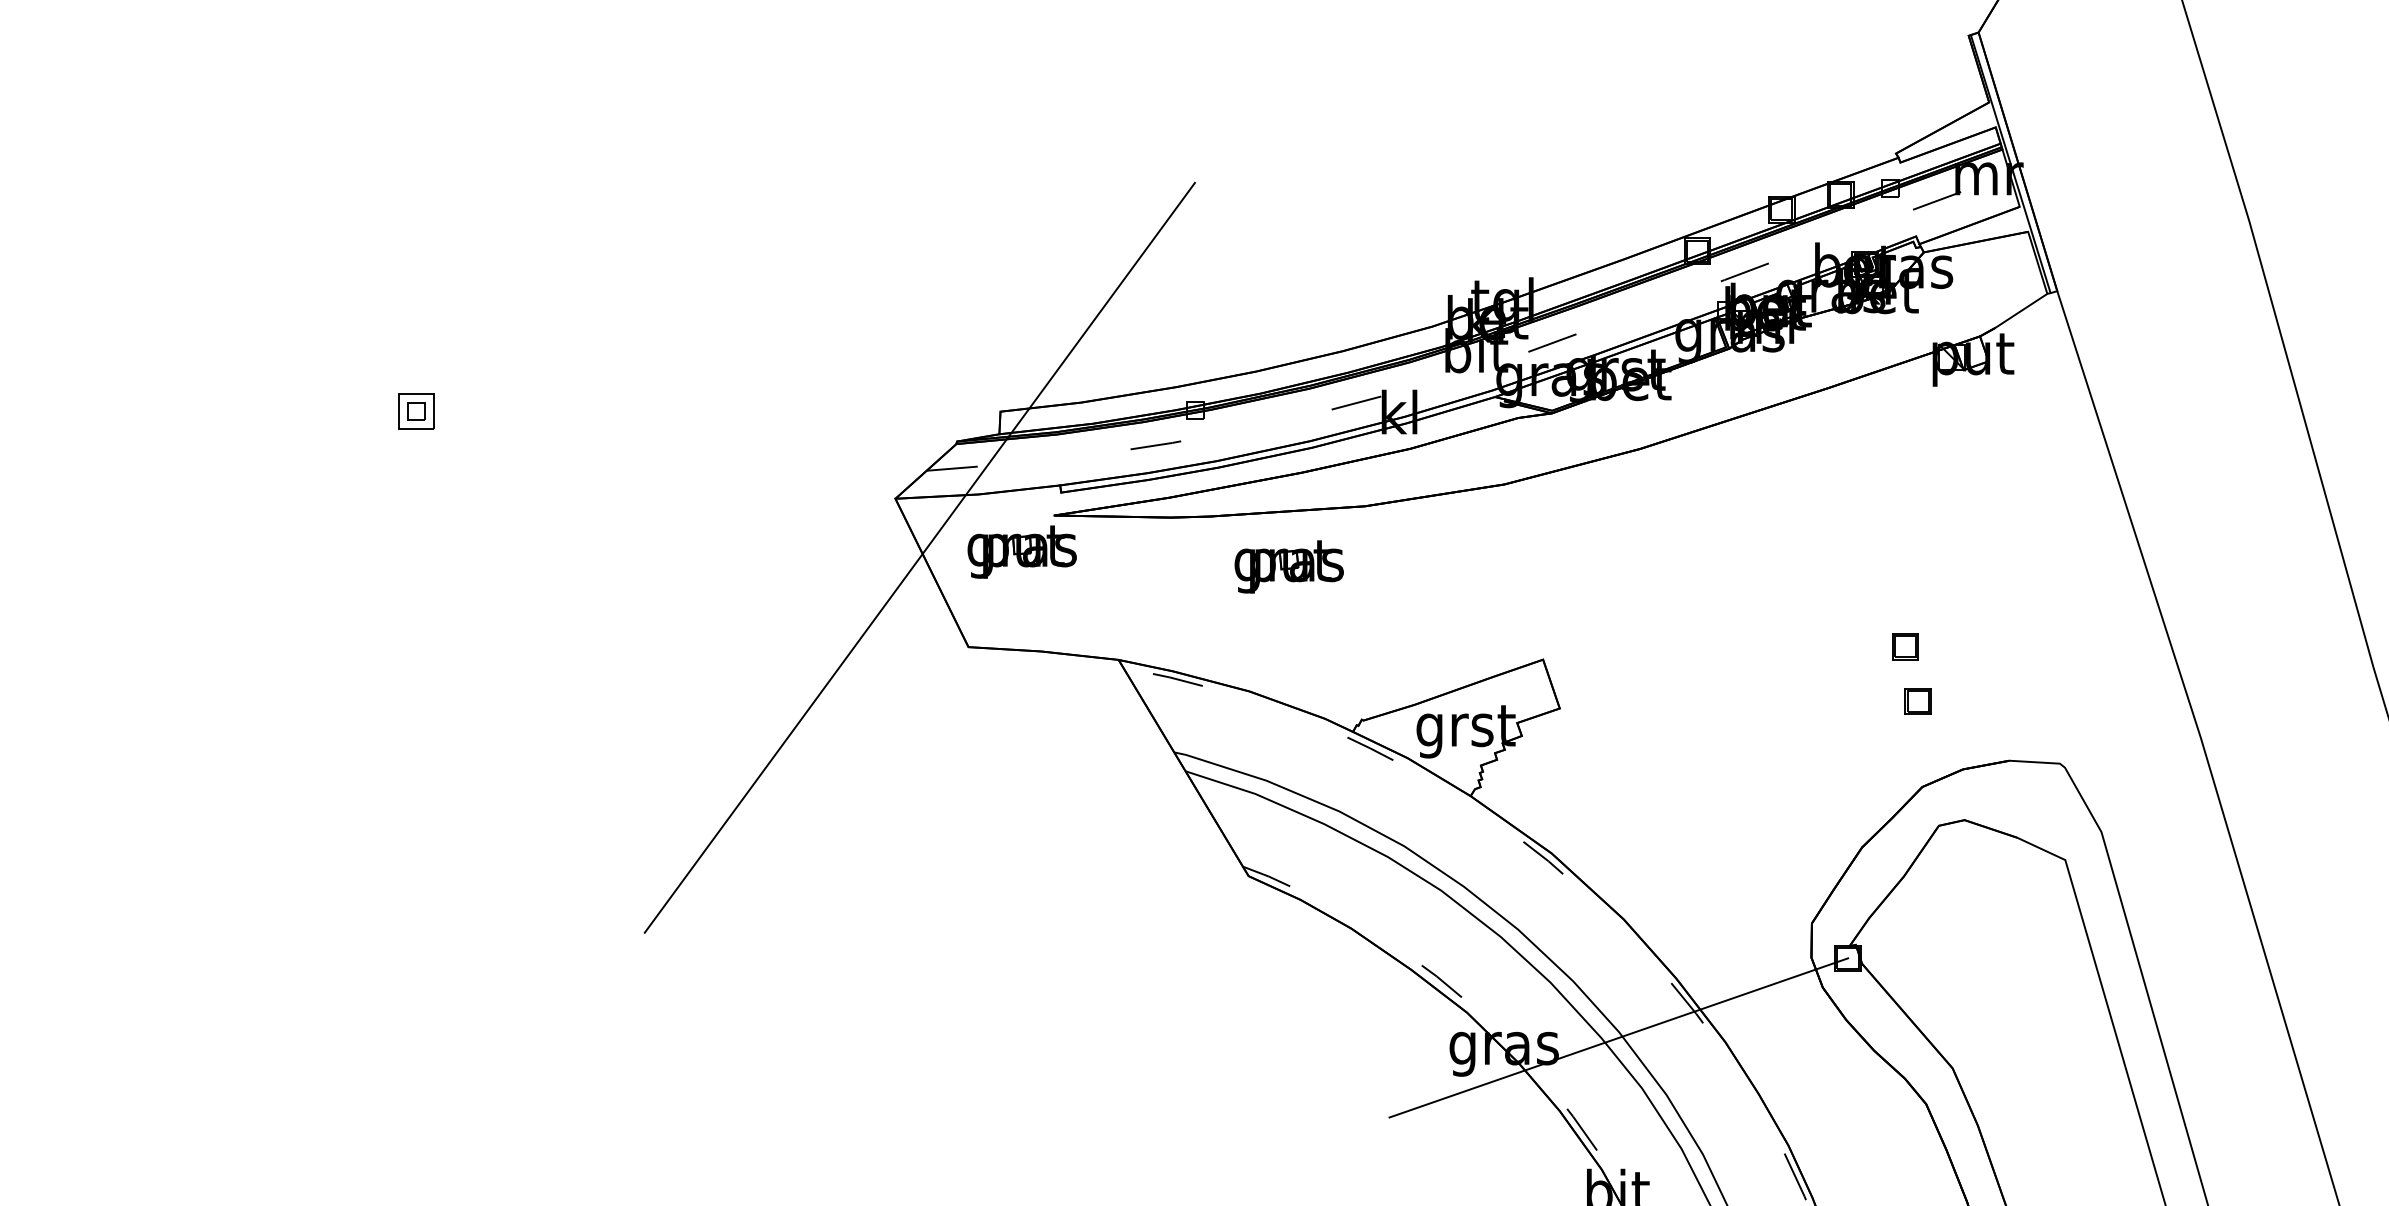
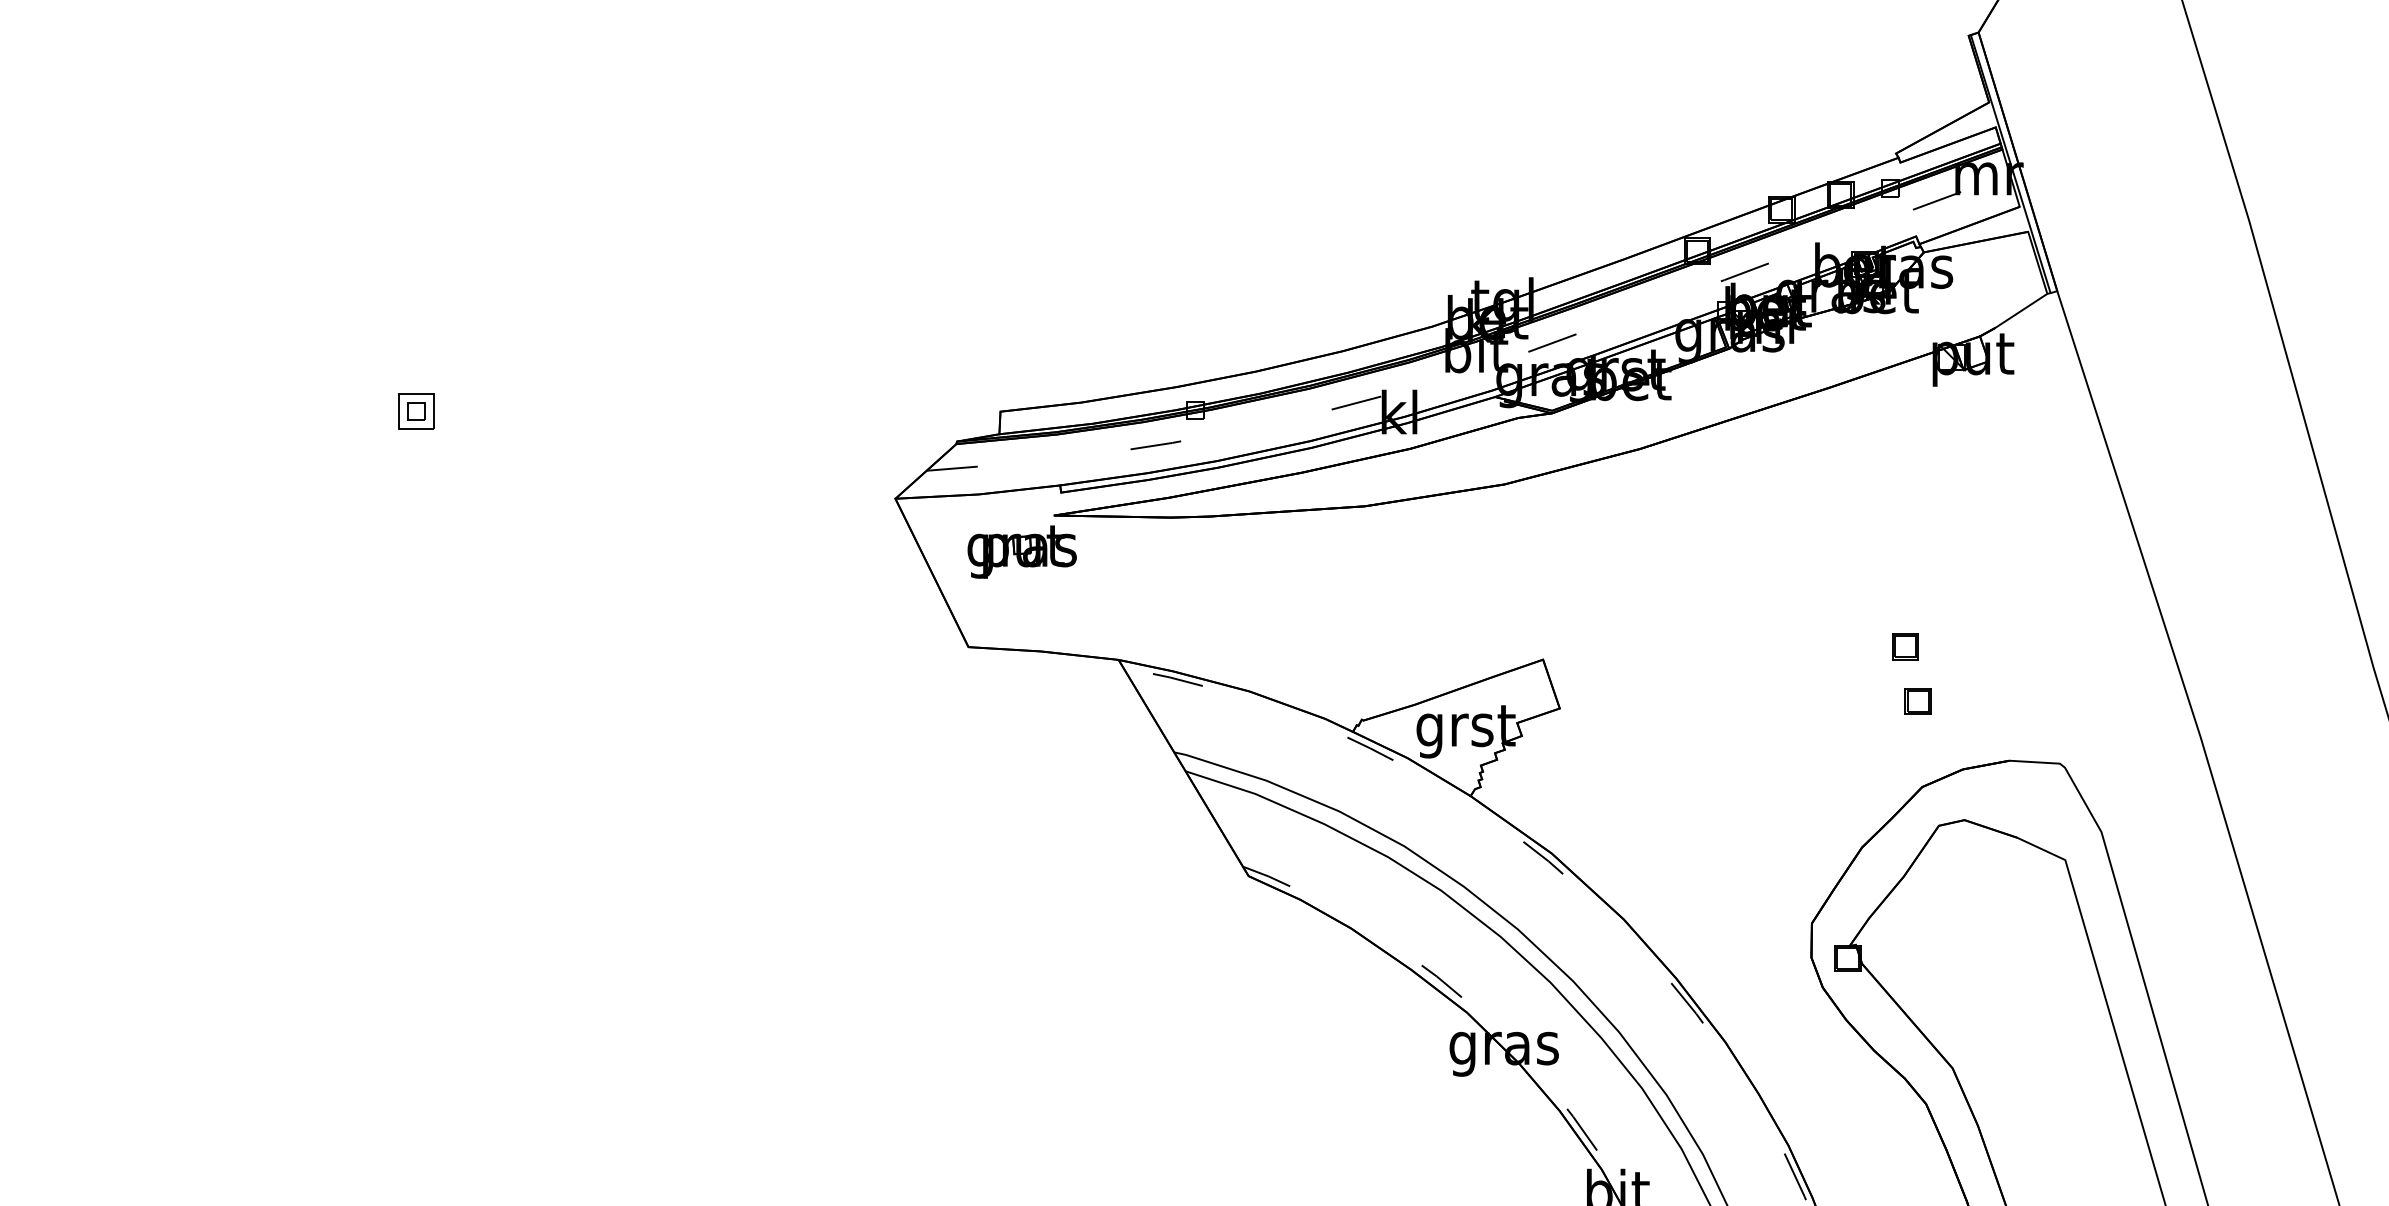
line at (919, 557): present -> none
part at (1288, 566): present -> none
line at (1618, 1037): present -> none
